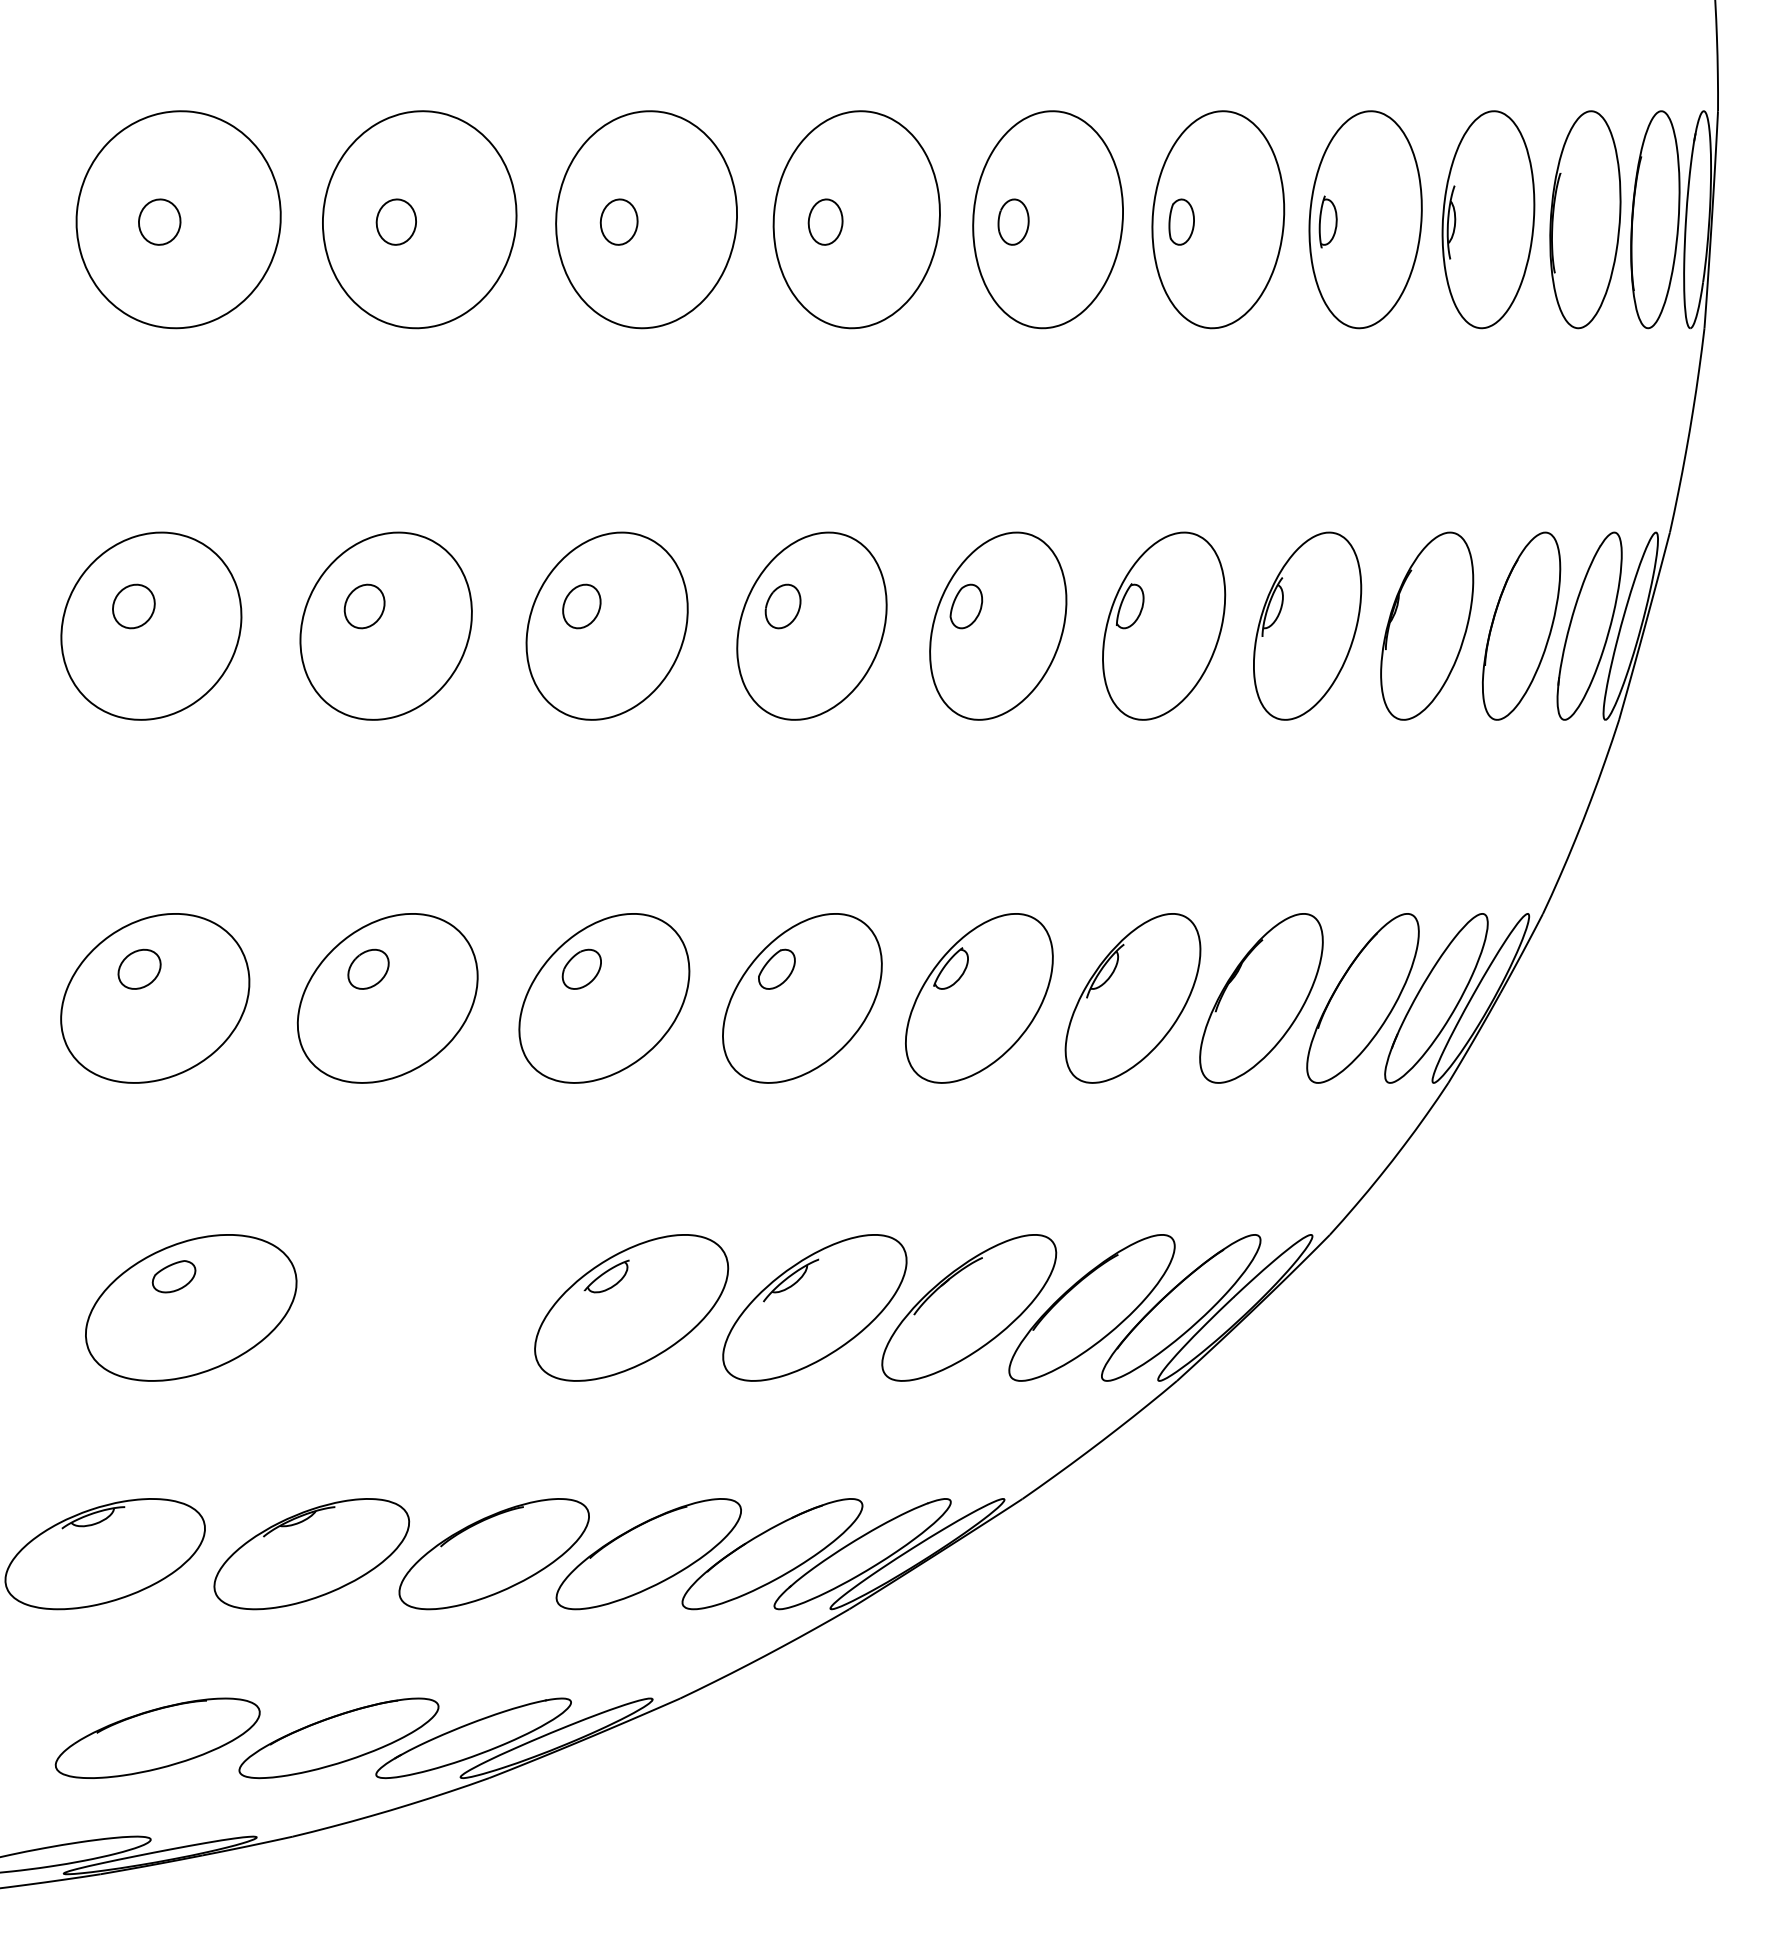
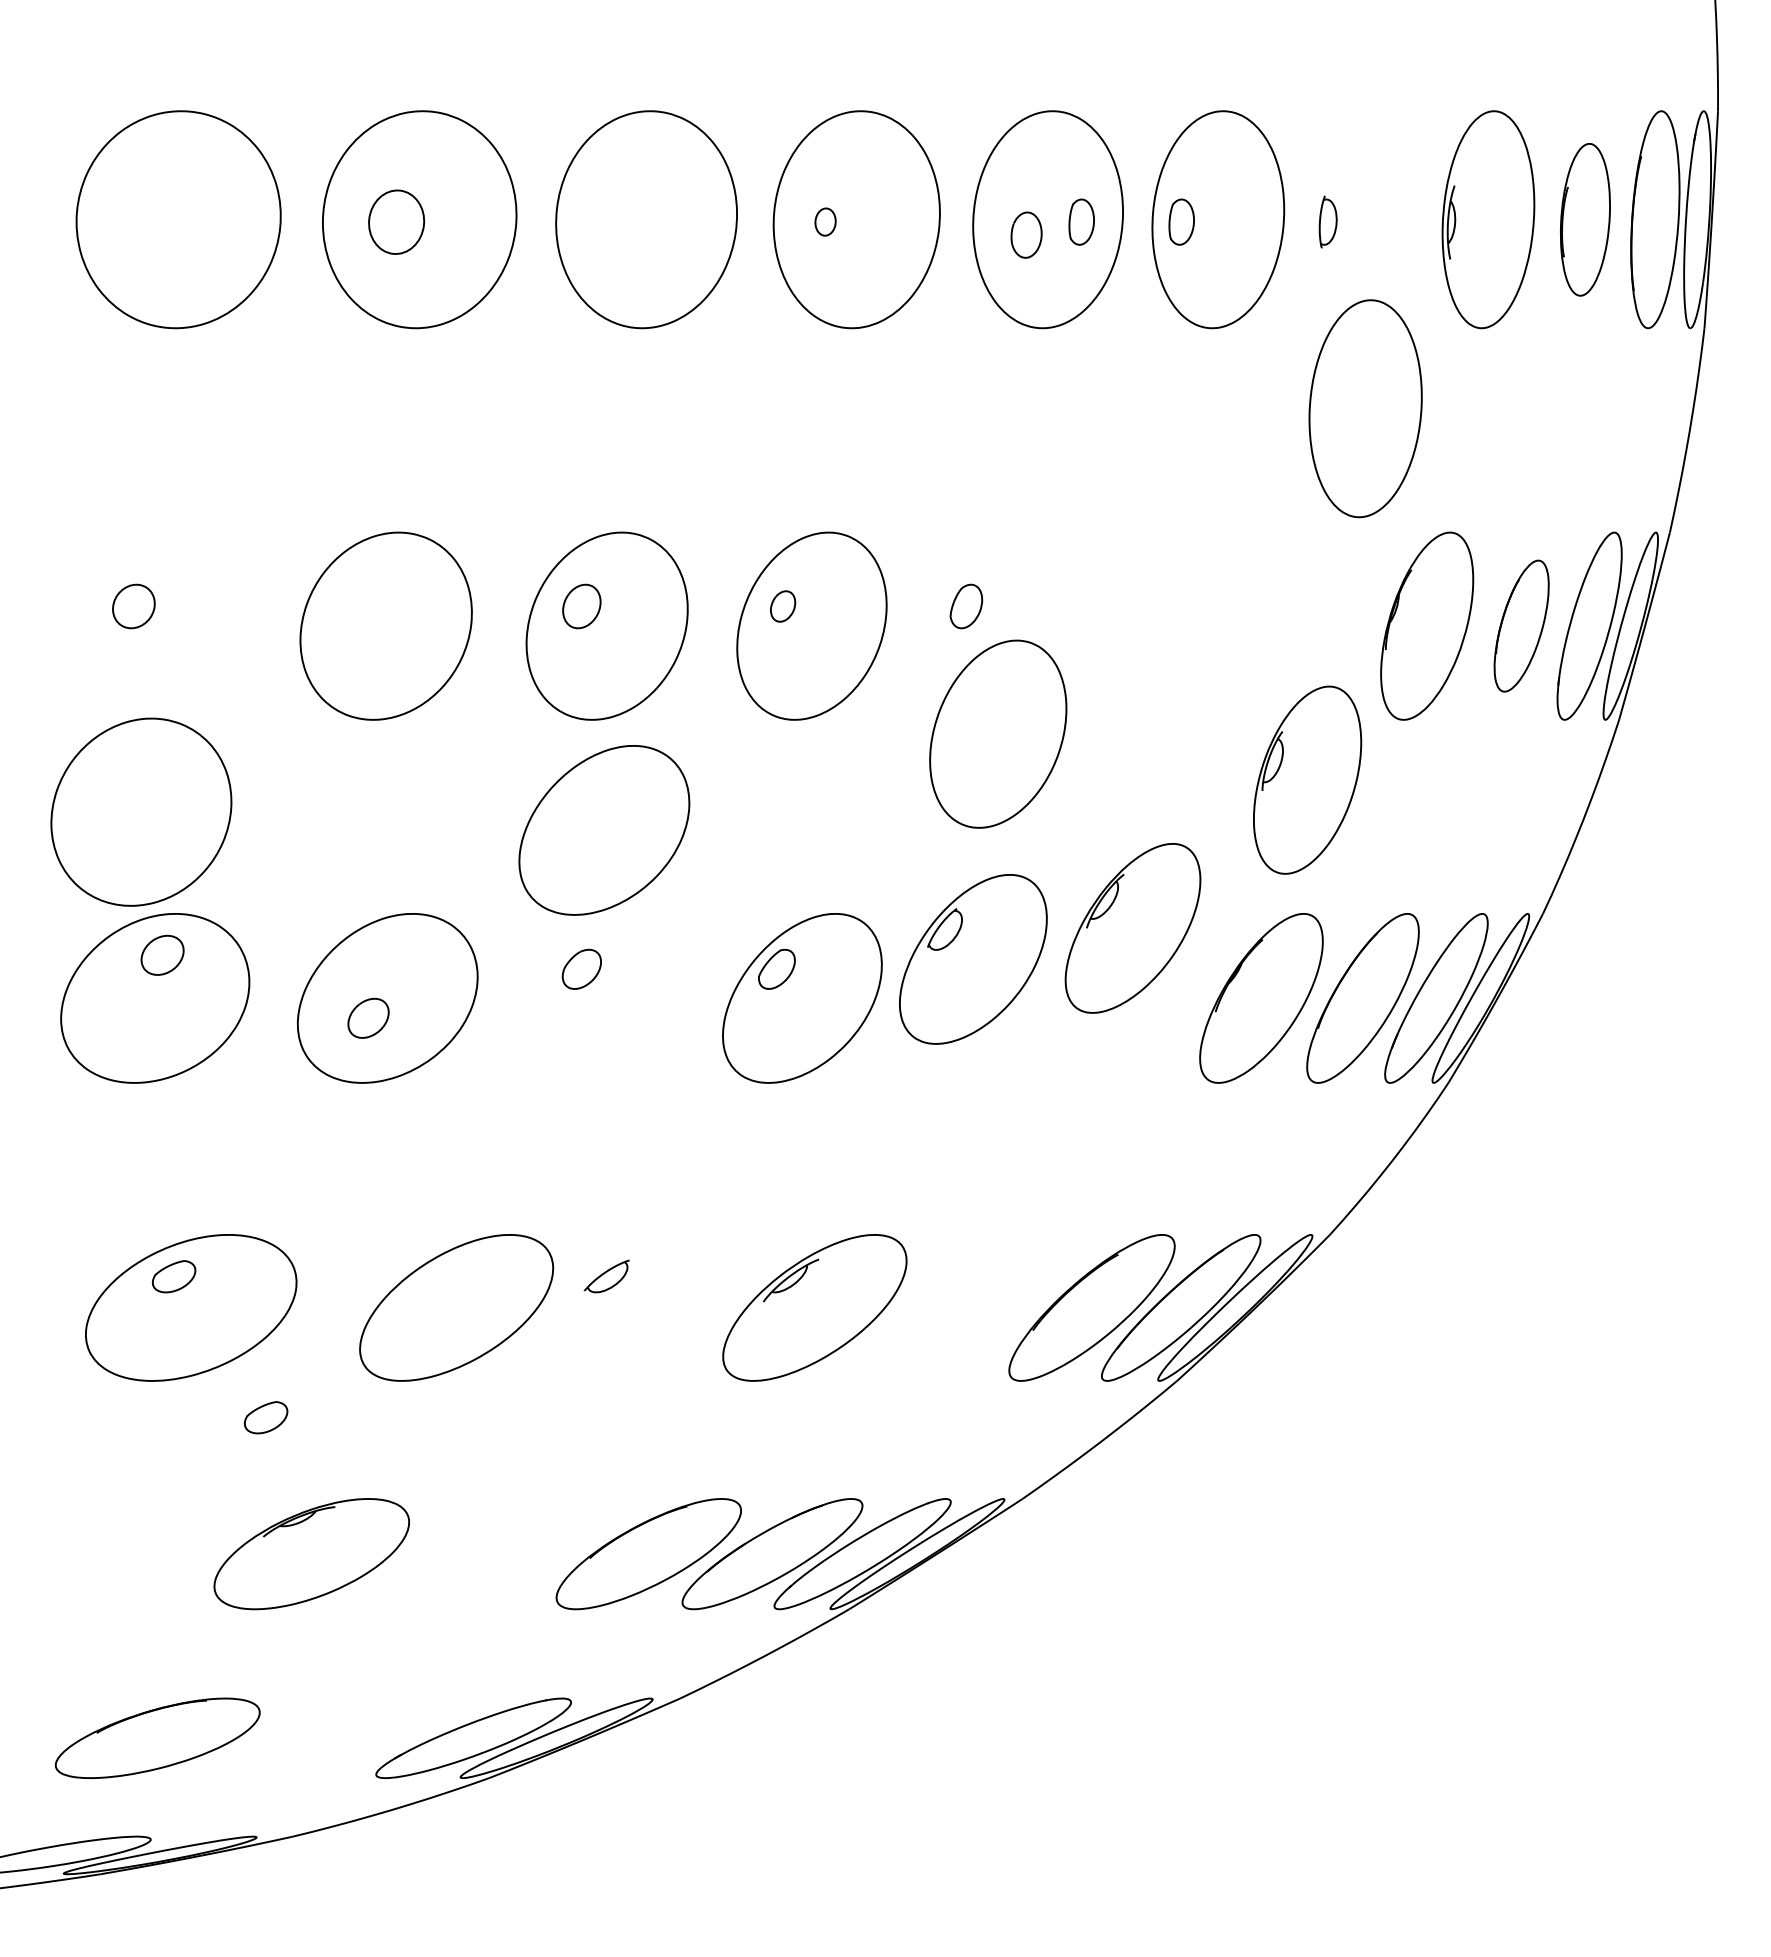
part at (1365, 219) position: (1365, 219) -> (1365, 408)
part at (1585, 219) size: 73x220 px -> 51x154 px
part at (159, 221): present -> none
part at (395, 221) size: 42x48 px -> 58x66 px
part at (618, 221): present -> none
part at (825, 221) size: 37x48 px -> 23x30 px
part at (1013, 221) position: (1013, 221) -> (1026, 234)
part at (1081, 221): none -> present
part at (364, 606): present -> none
part at (782, 606) size: 38x47 px -> 27x33 px
part at (151, 625) position: (151, 625) -> (141, 811)
part at (998, 625) position: (998, 625) -> (998, 733)
part at (1164, 625): present -> none
part at (1307, 625) position: (1307, 625) -> (1307, 779)
part at (1521, 625) size: 80x190 px -> 57x134 px
part at (139, 968) position: (139, 968) -> (162, 954)
part at (368, 968) position: (368, 968) -> (368, 1017)
part at (604, 998) position: (604, 998) -> (604, 830)
part at (979, 998) position: (979, 998) -> (973, 959)
part at (1132, 998) position: (1132, 998) -> (1132, 928)
part at (631, 1307) position: (631, 1307) -> (456, 1307)
part at (969, 1307): present -> none
part at (265, 1417): none -> present
part at (104, 1554): present -> none
part at (493, 1554): present -> none
part at (338, 1738): present -> none
